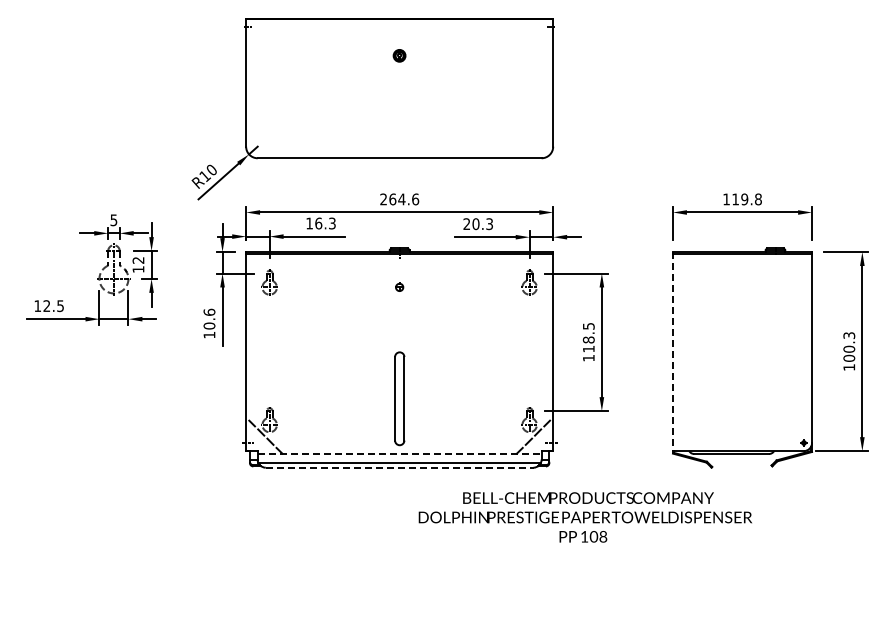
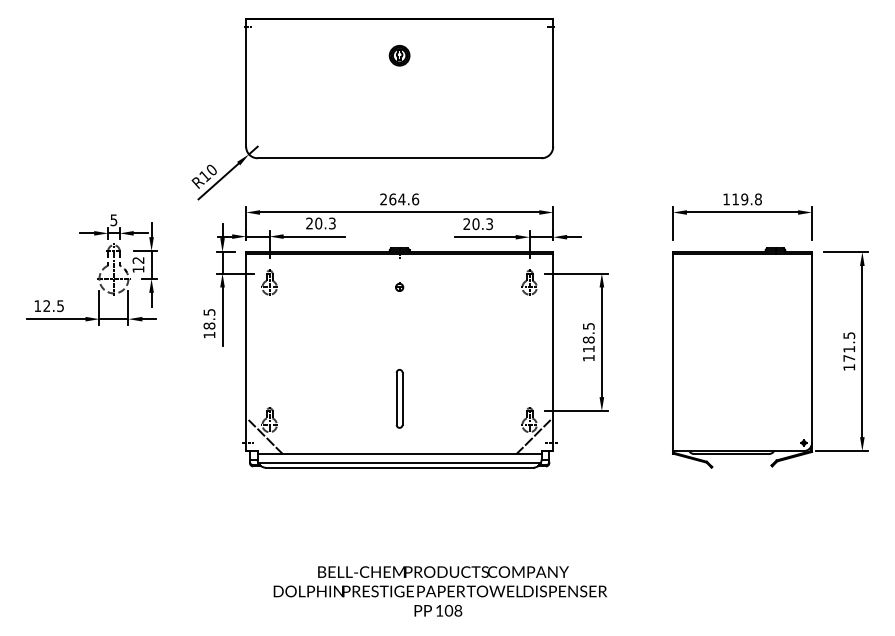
part at (399, 55) size: 15x14 px -> 23x22 px
text at (314, 223): 16.3 -> 20.3
text at (209, 318): 10.6 -> 18.5
text at (849, 346): 100.3 -> 171.5
line at (673, 352): dashed -> solid
part at (399, 398) size: 12x96 px -> 9x60 px
line at (399, 453): dashed -> solid
line at (399, 467): dashed -> solid
text at (584, 517) position: (584, 517) -> (439, 591)
